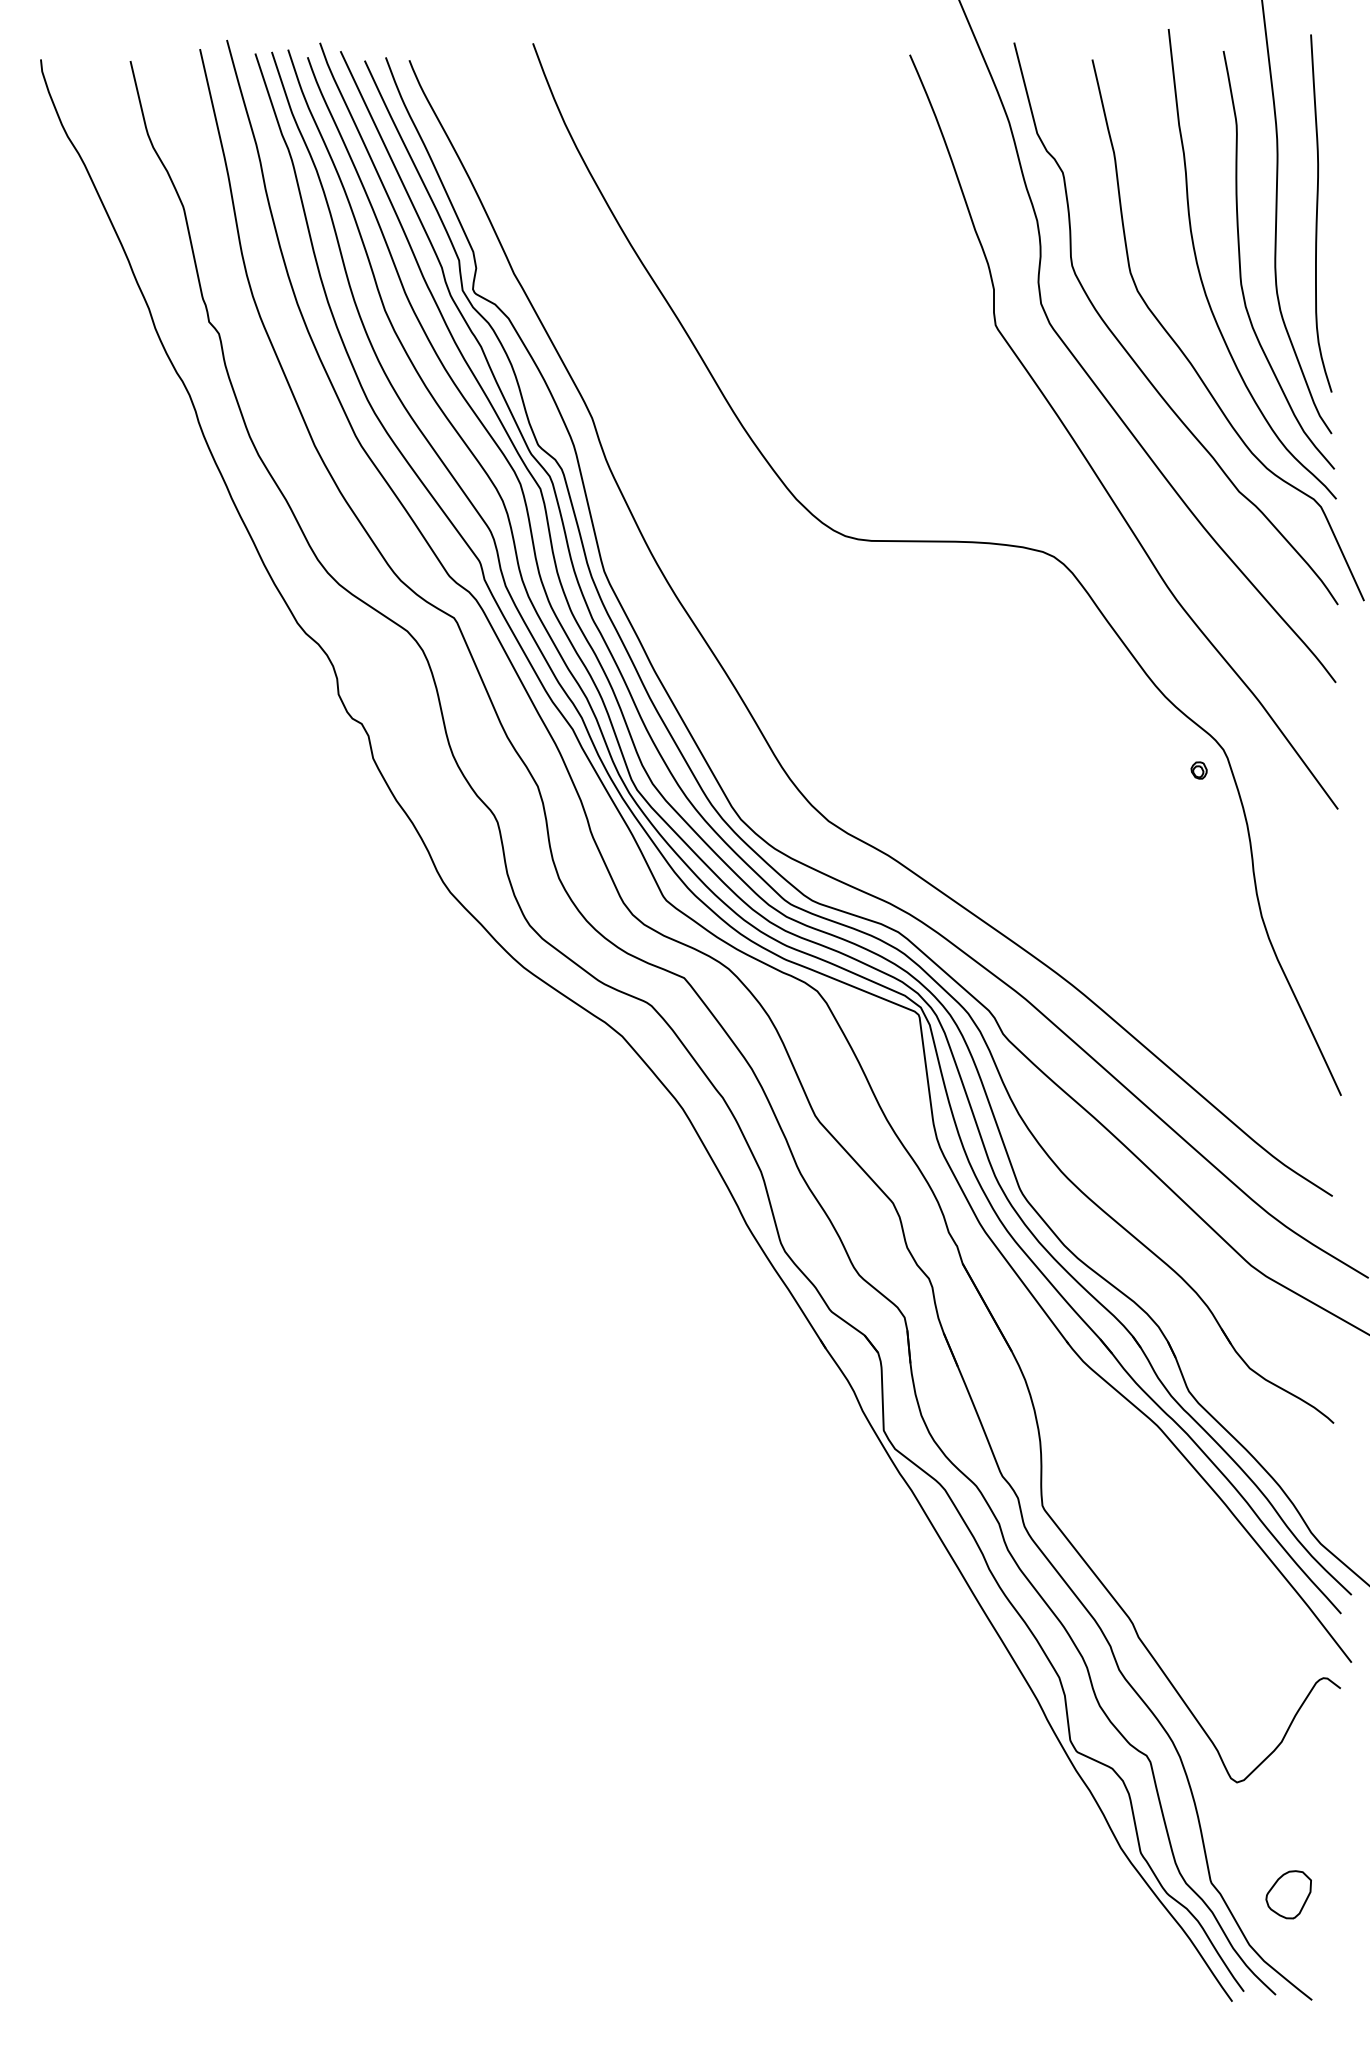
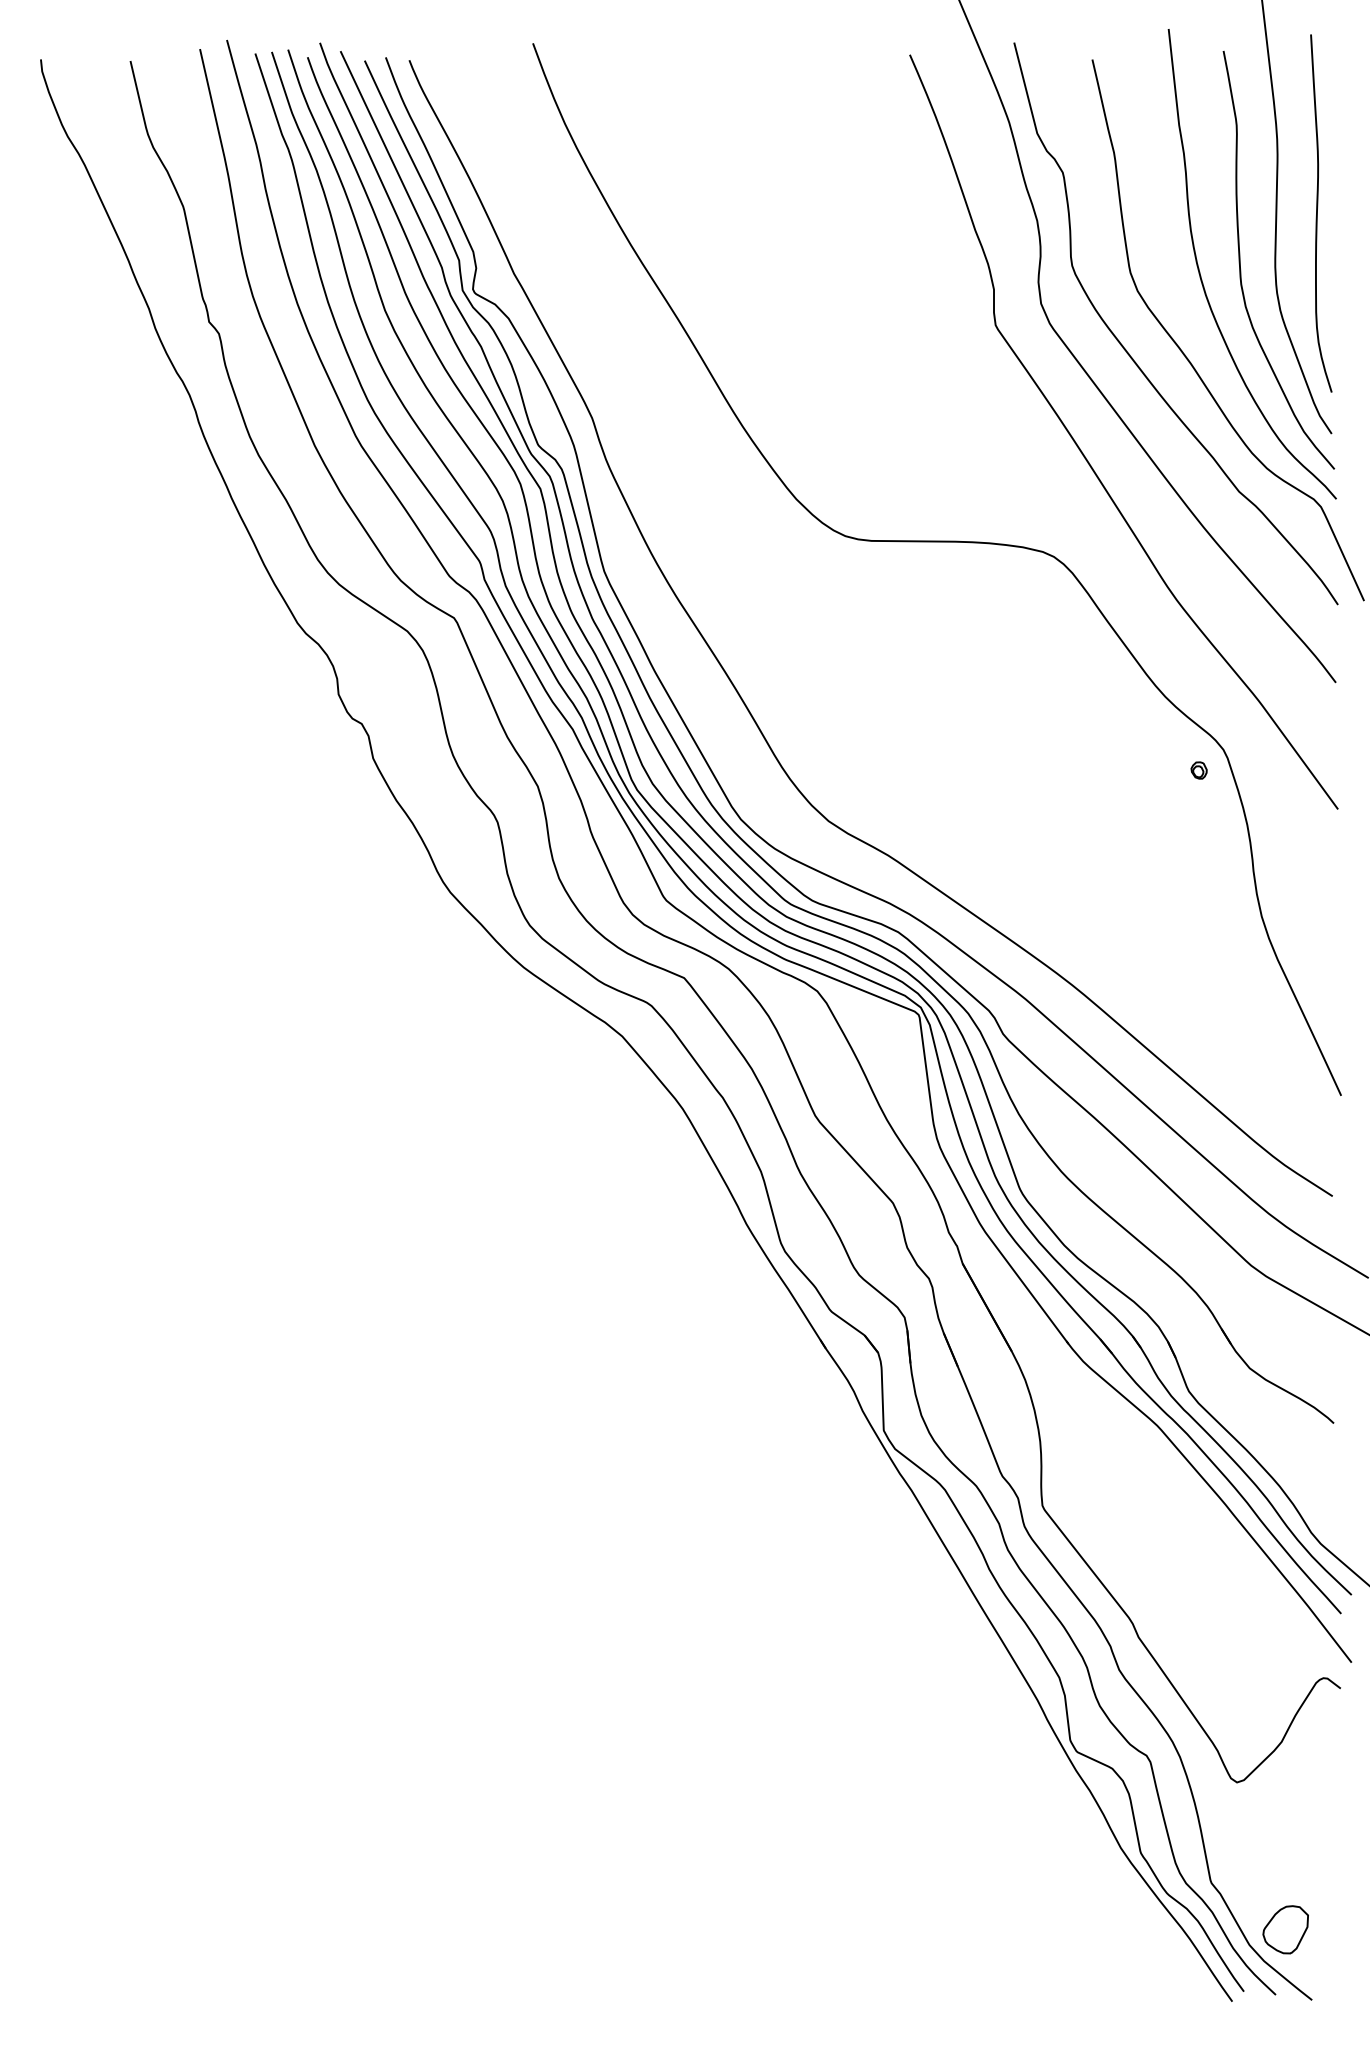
part at (1288, 1894) position: (1288, 1894) -> (1285, 1929)
